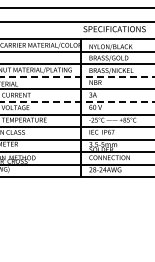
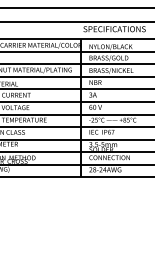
line at (77, 76): dashed -> solid
line at (77, 101): dashed -> solid
